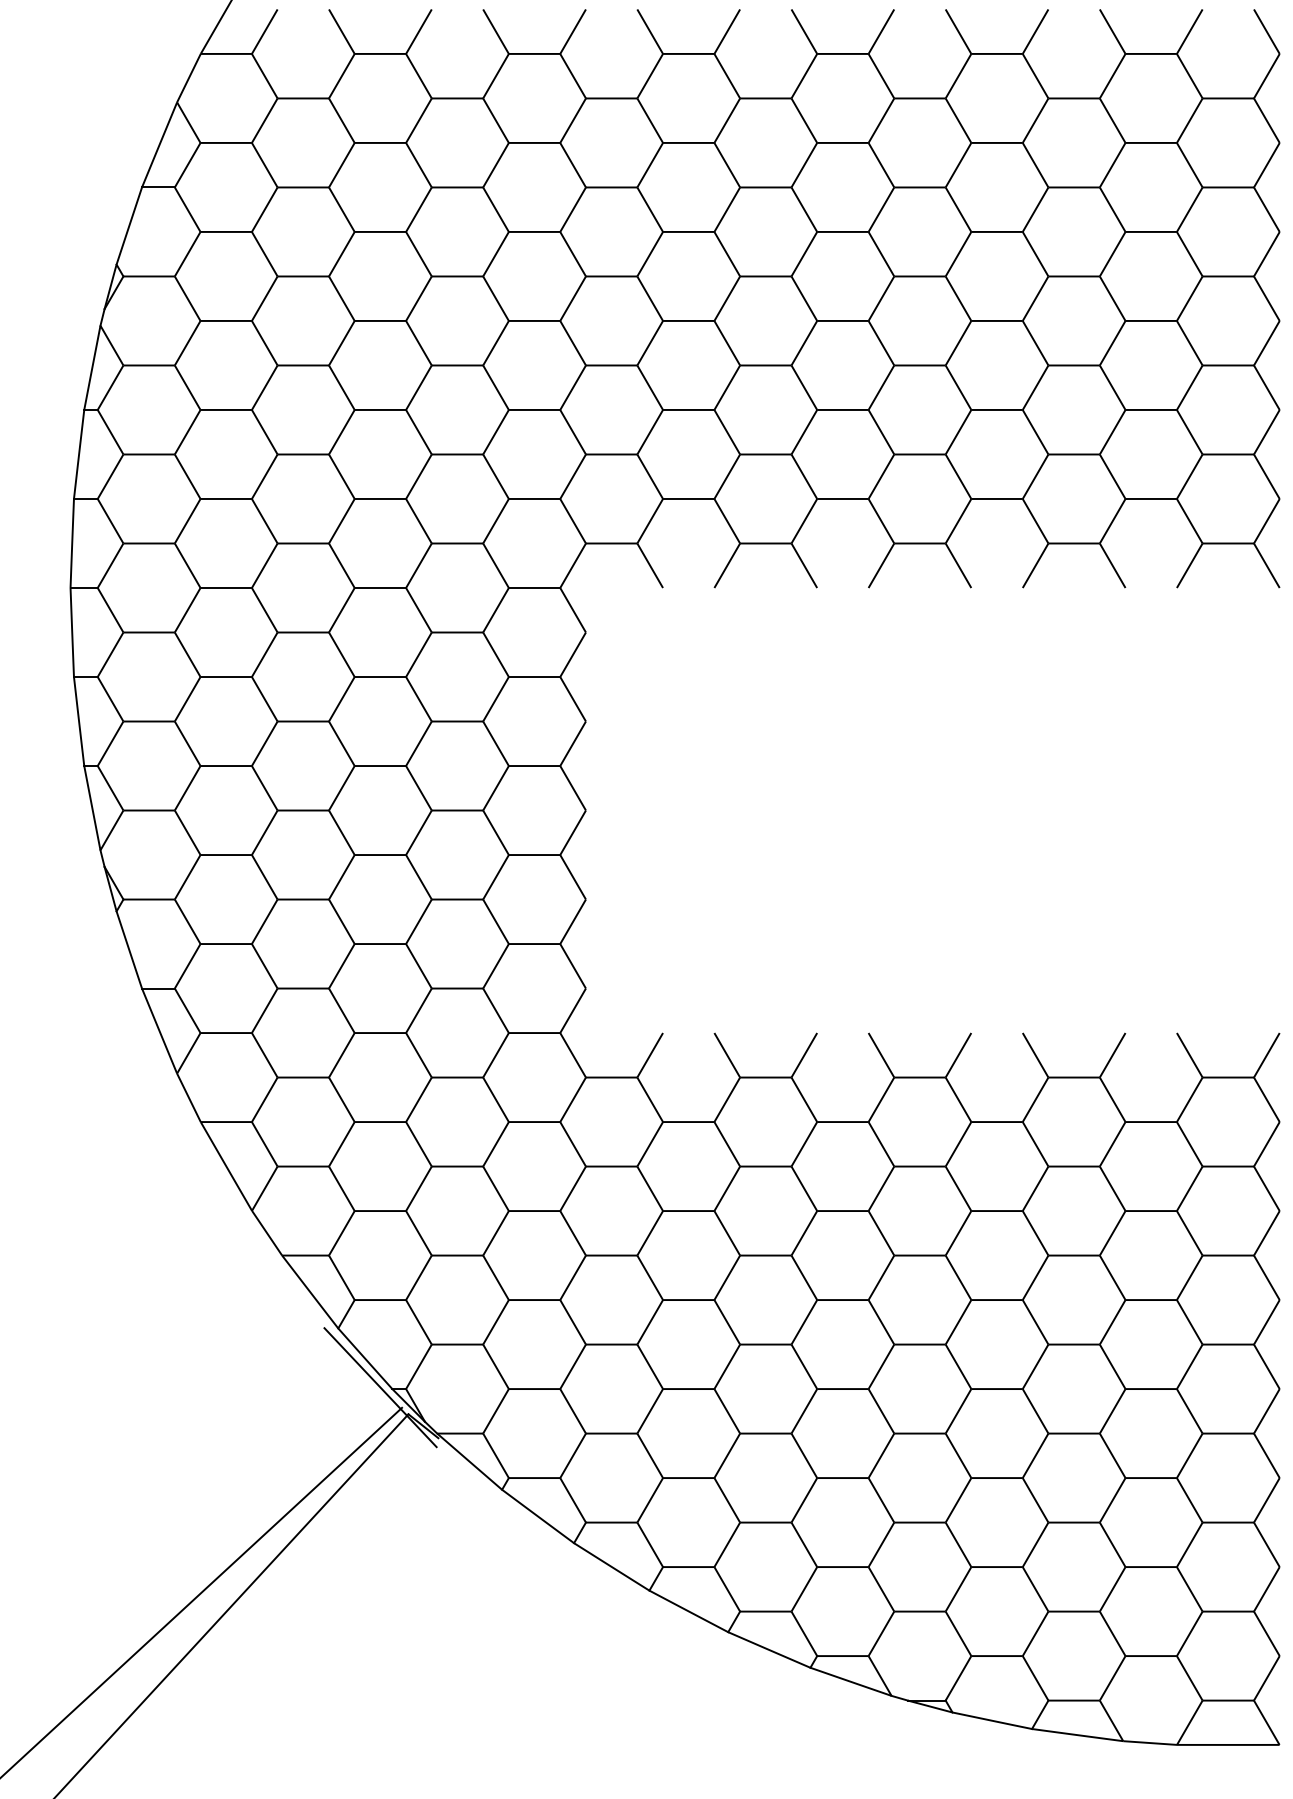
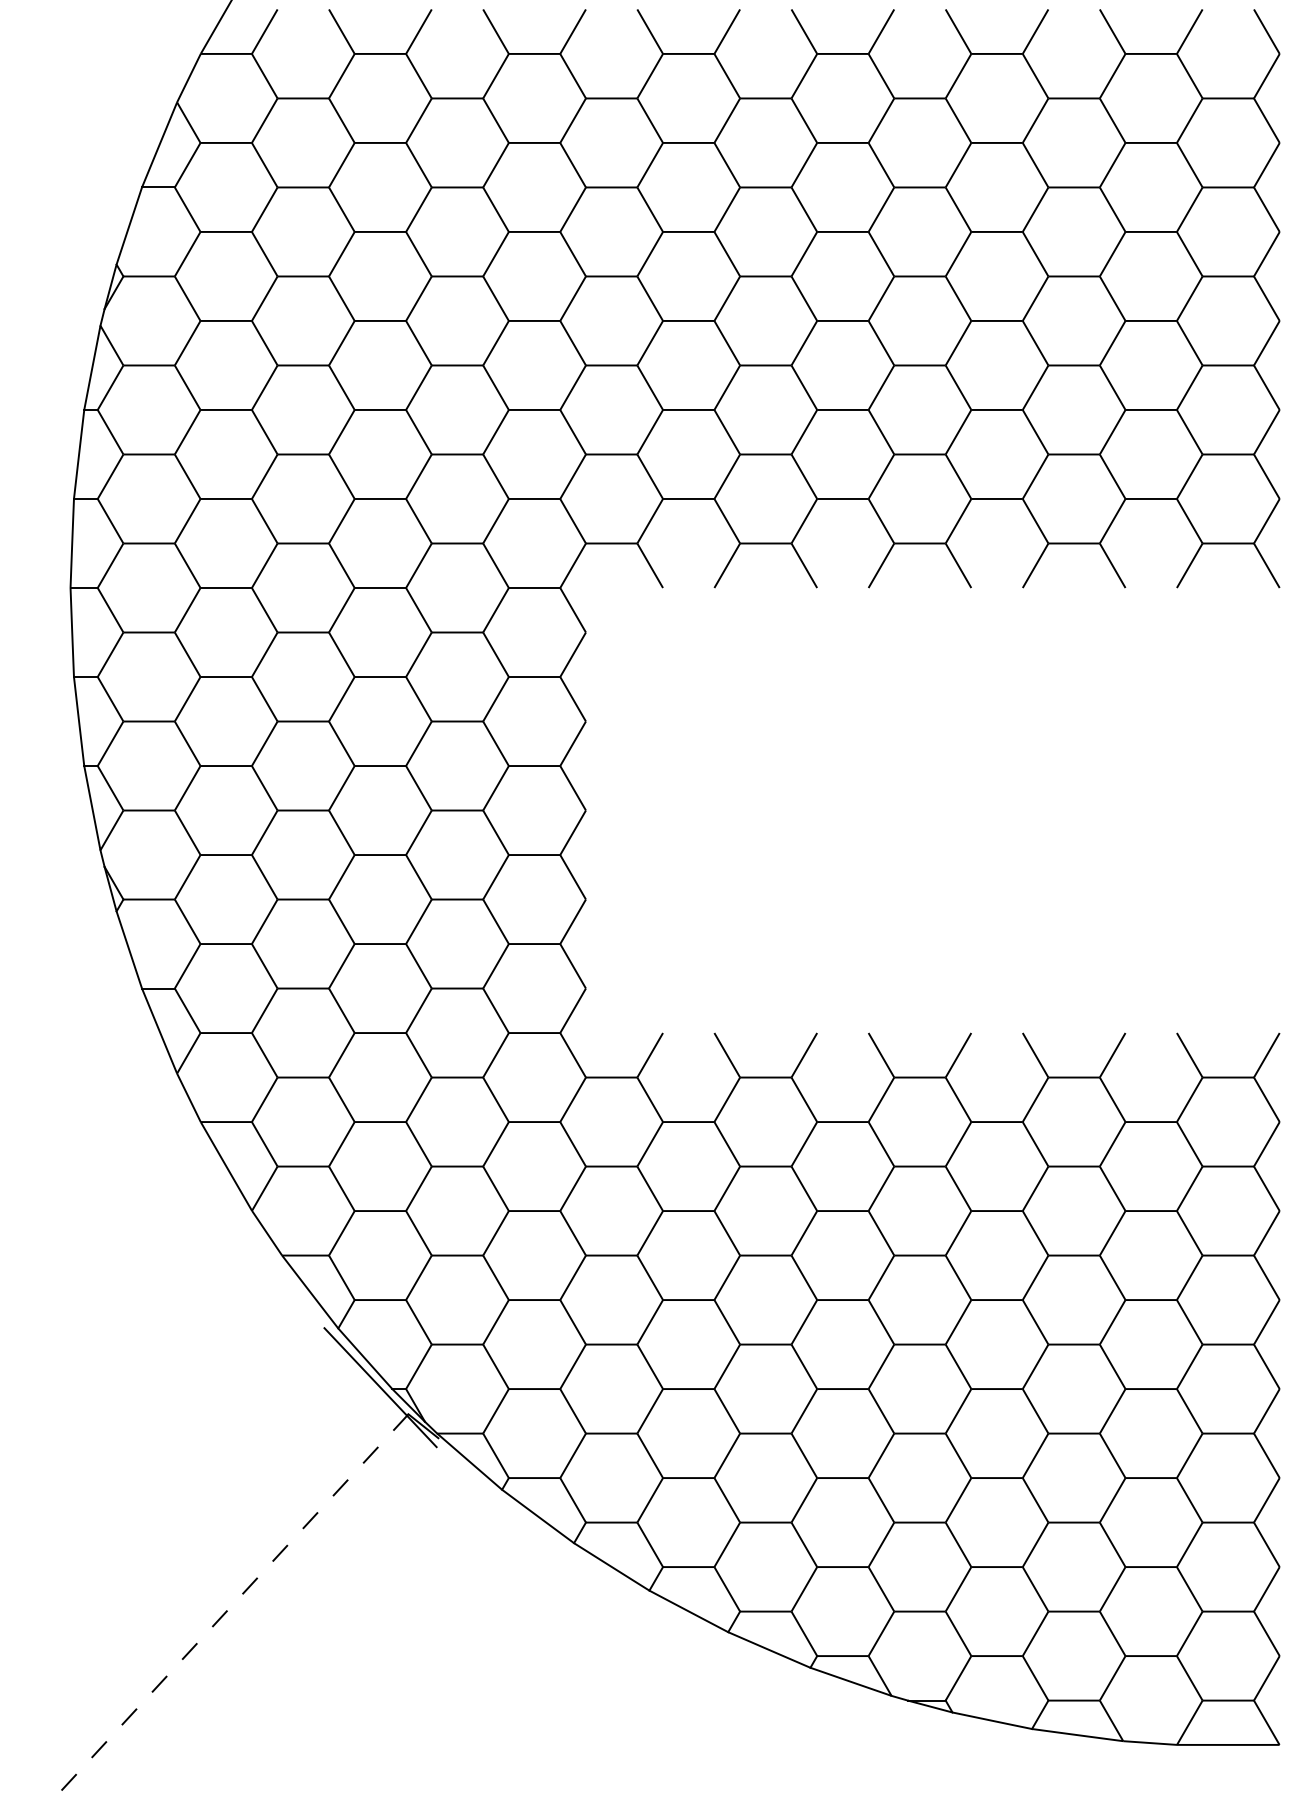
line at (202, 1591): present -> none
line at (230, 1606): solid -> dashed
